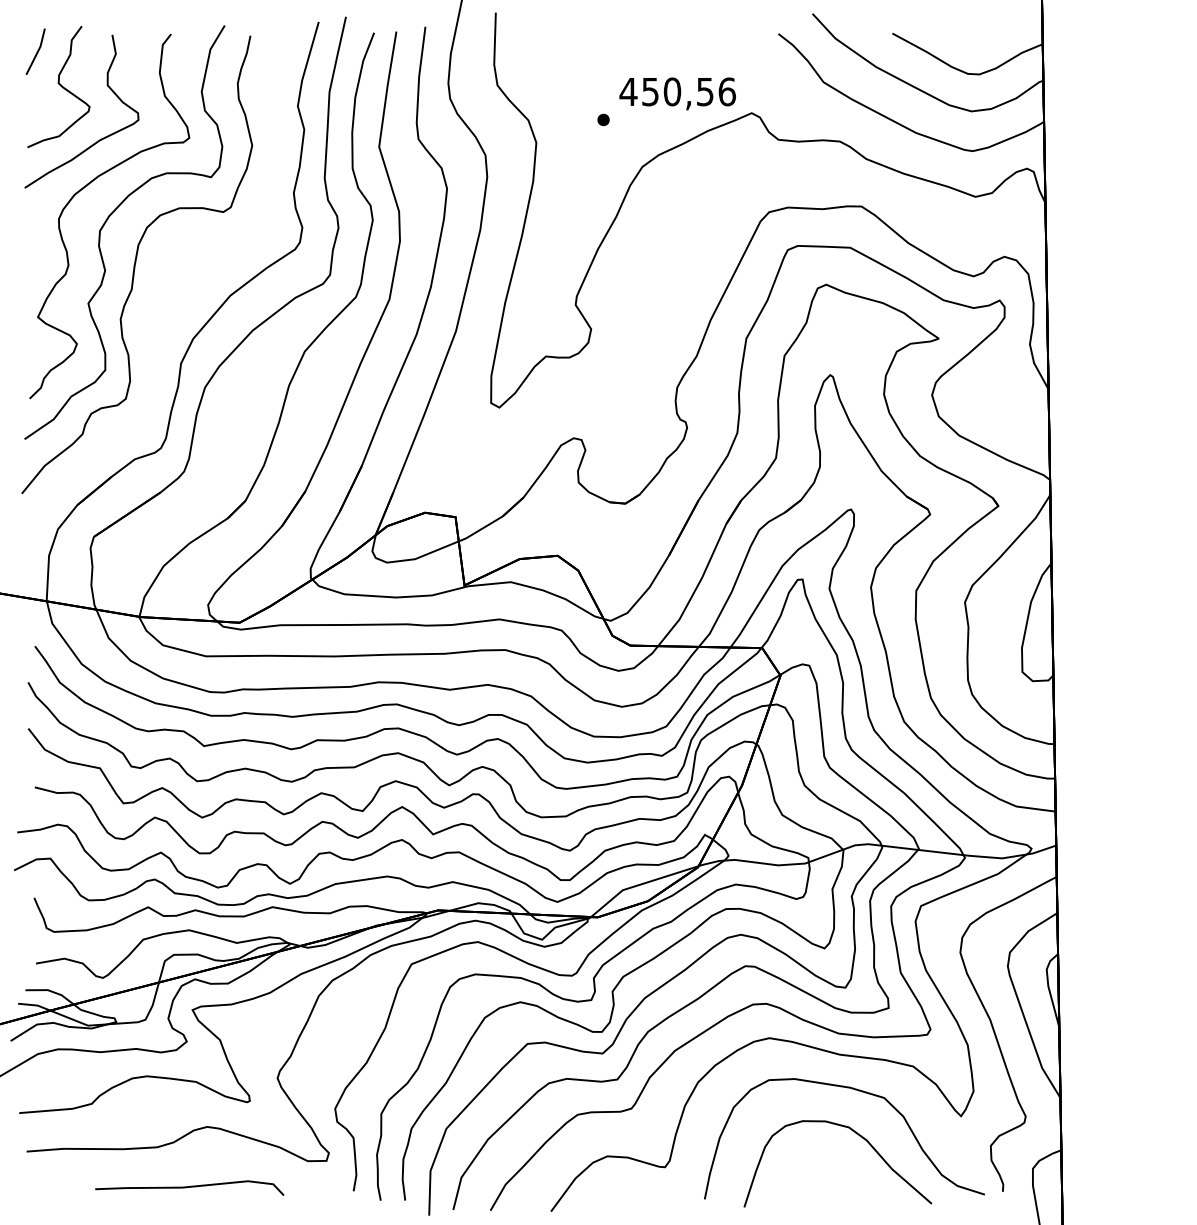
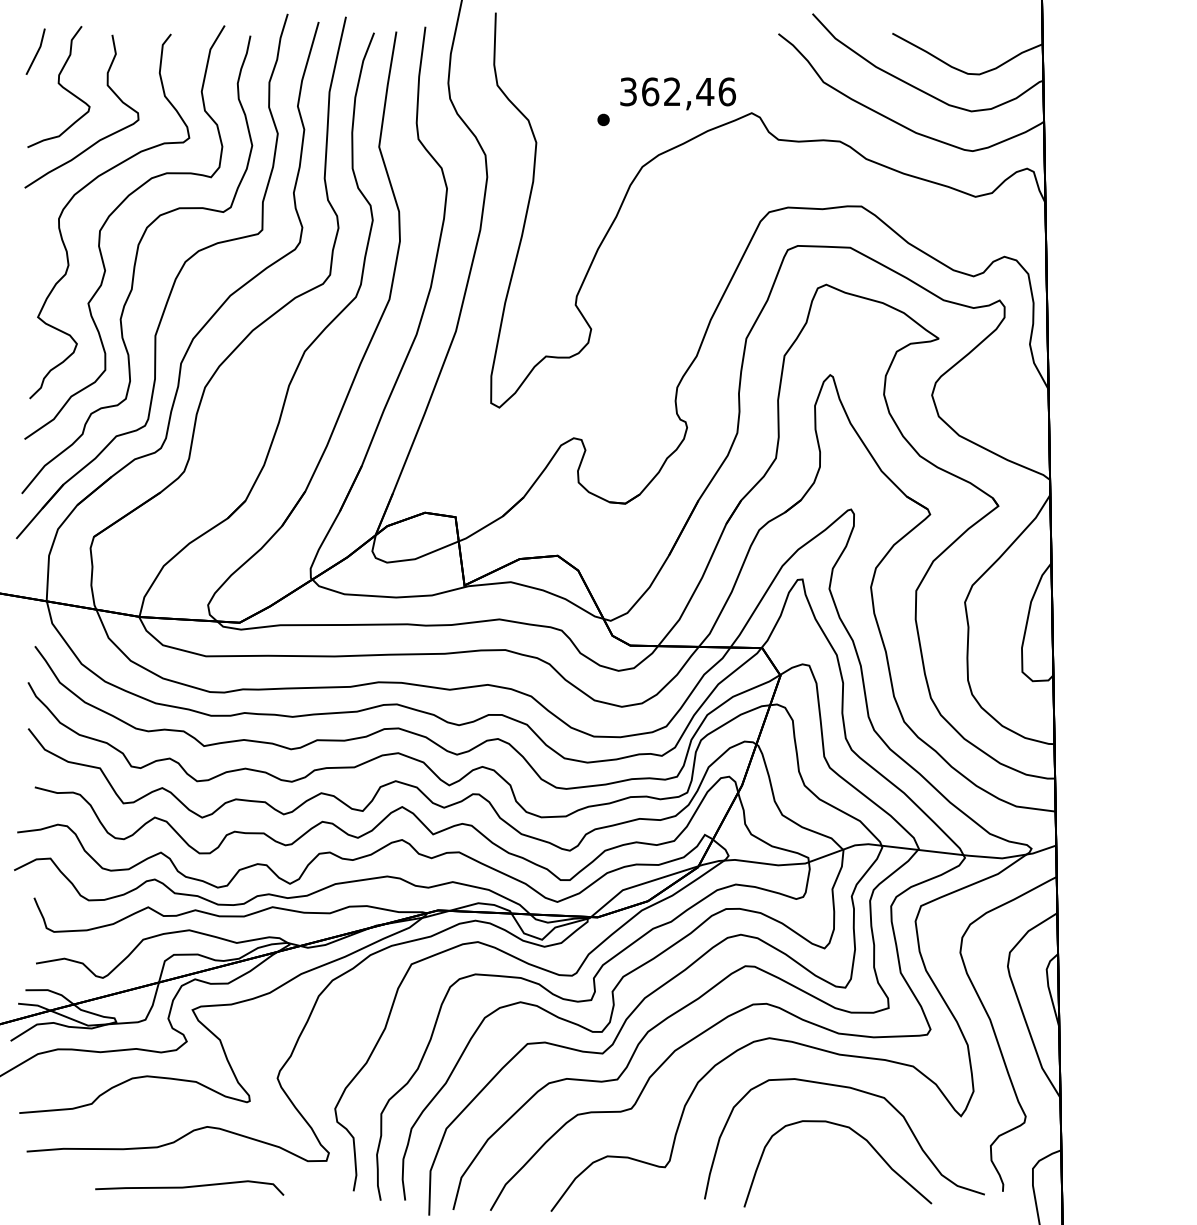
text at (666, 91): 450,56 -> 362,46
part at (172, 284): none -> present
